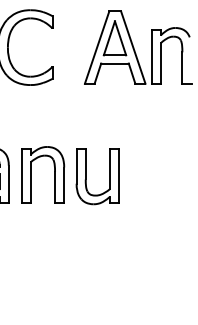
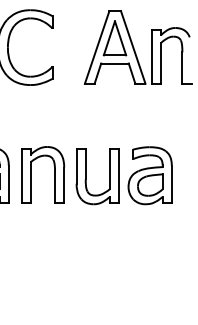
part at (149, 175): none -> present
